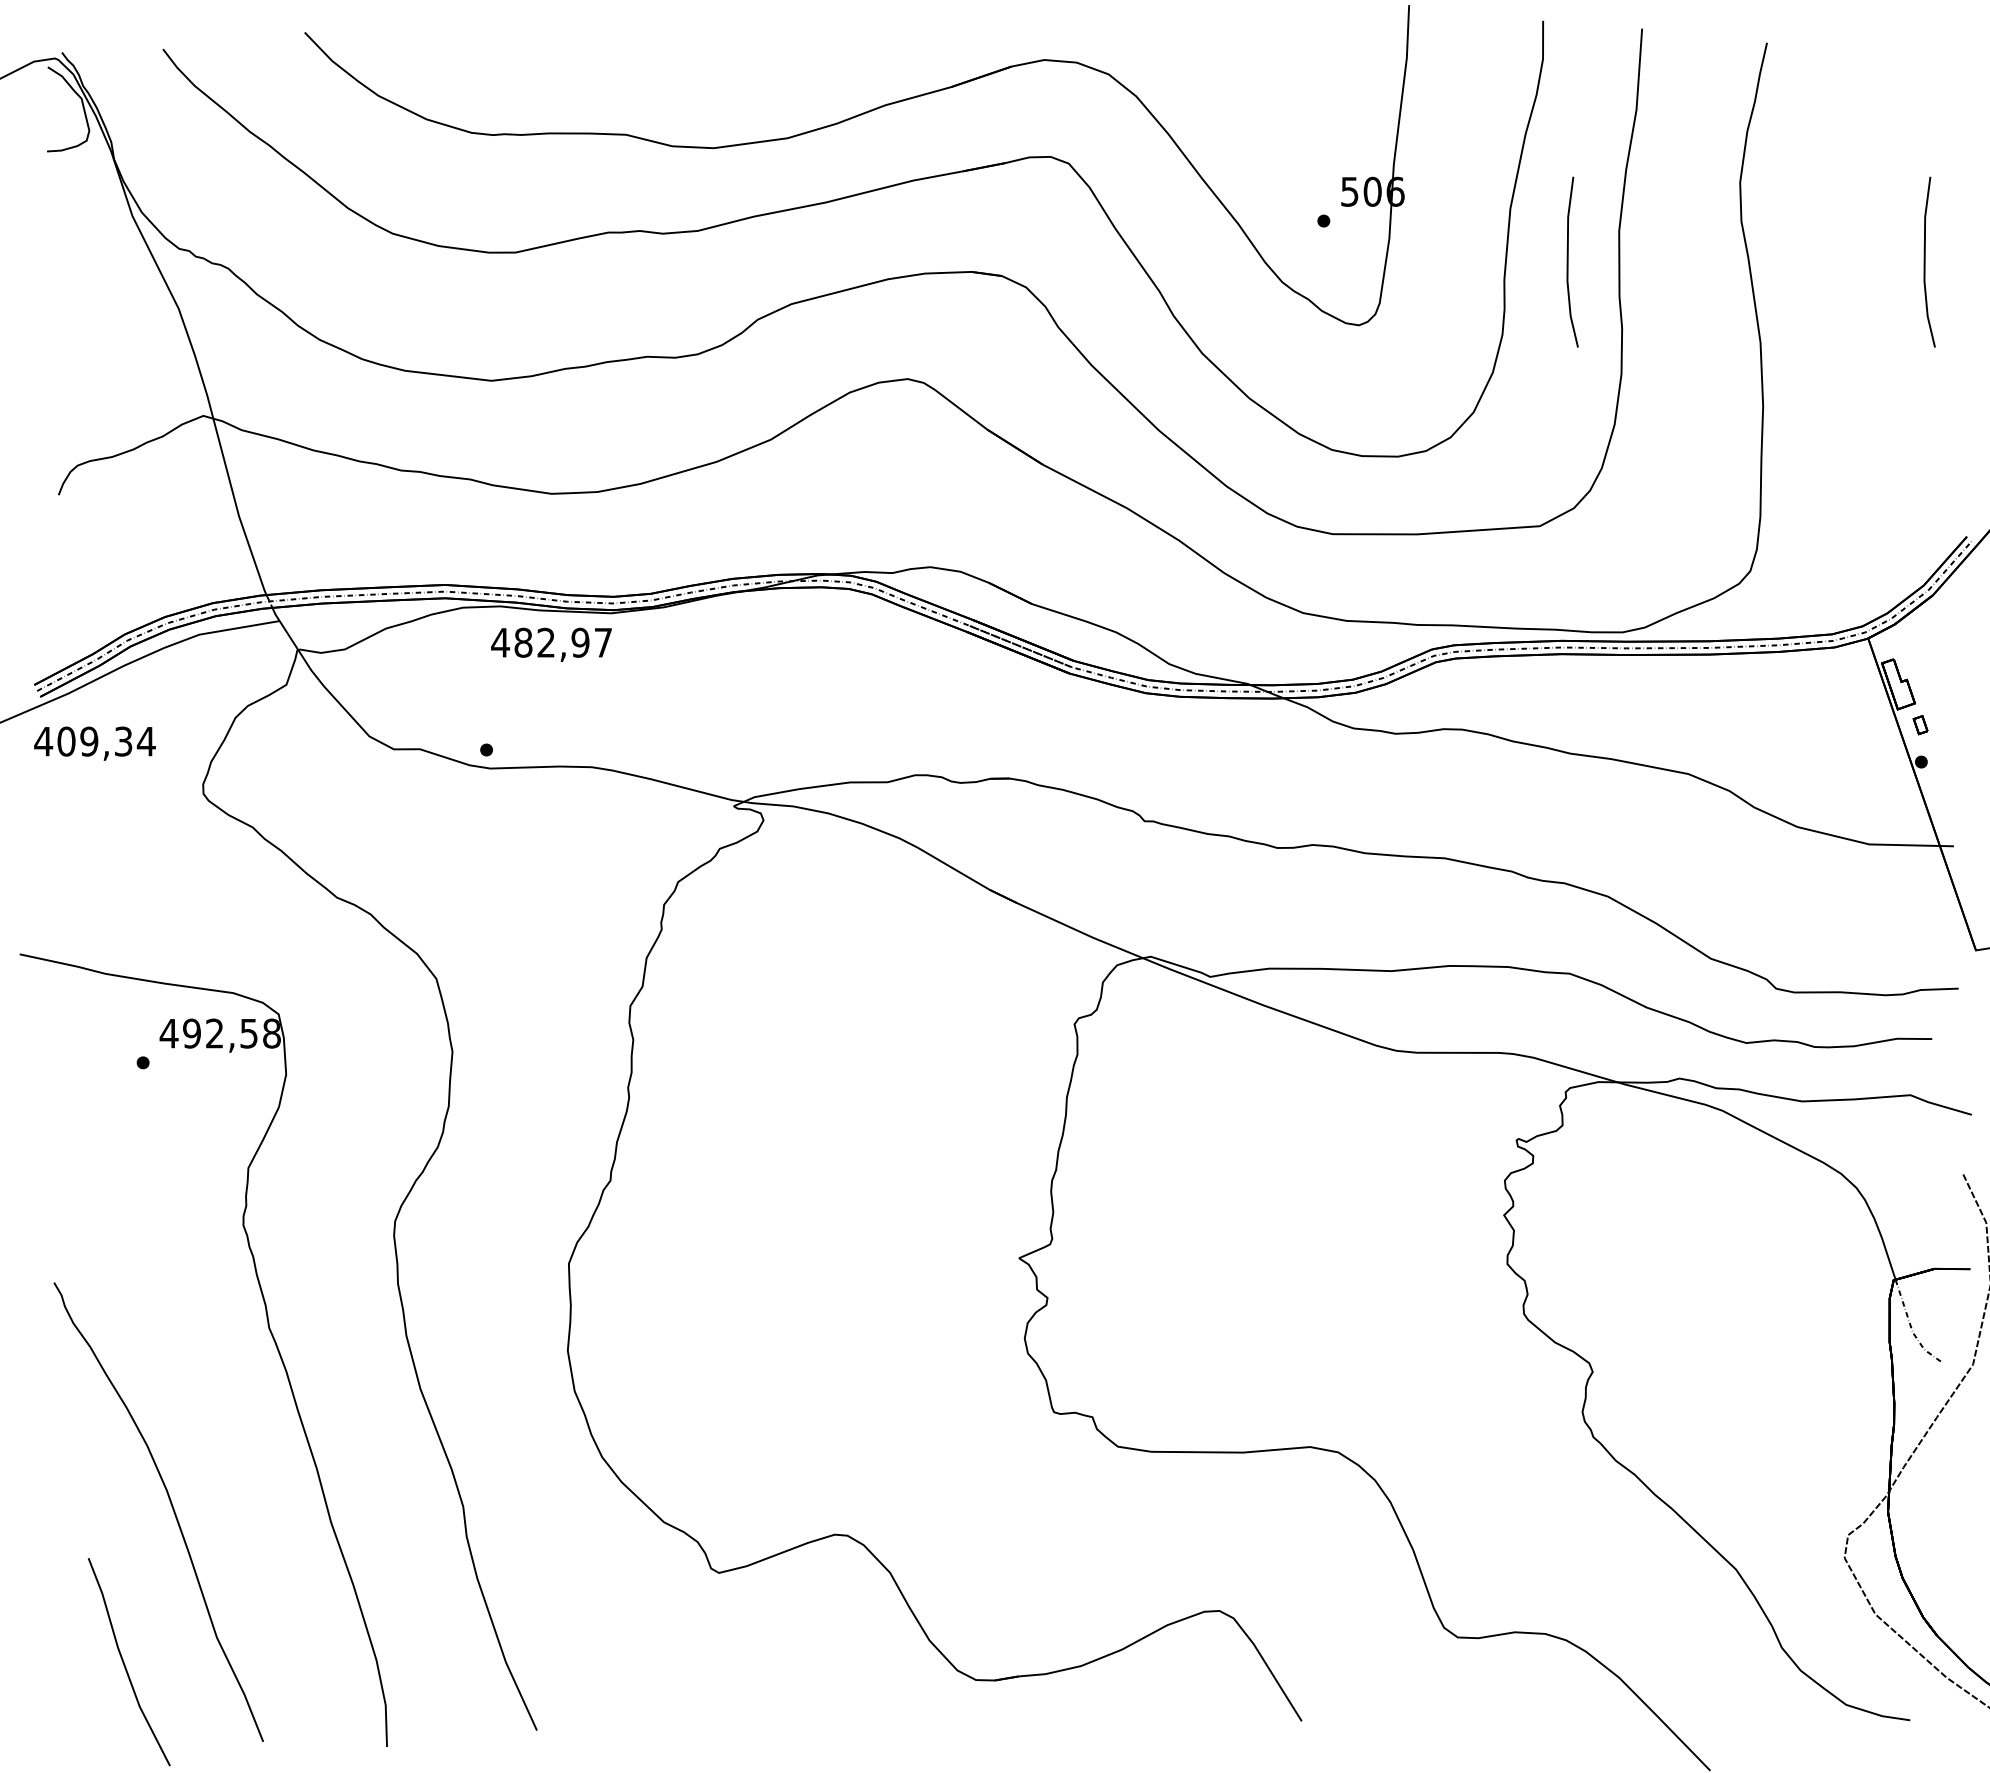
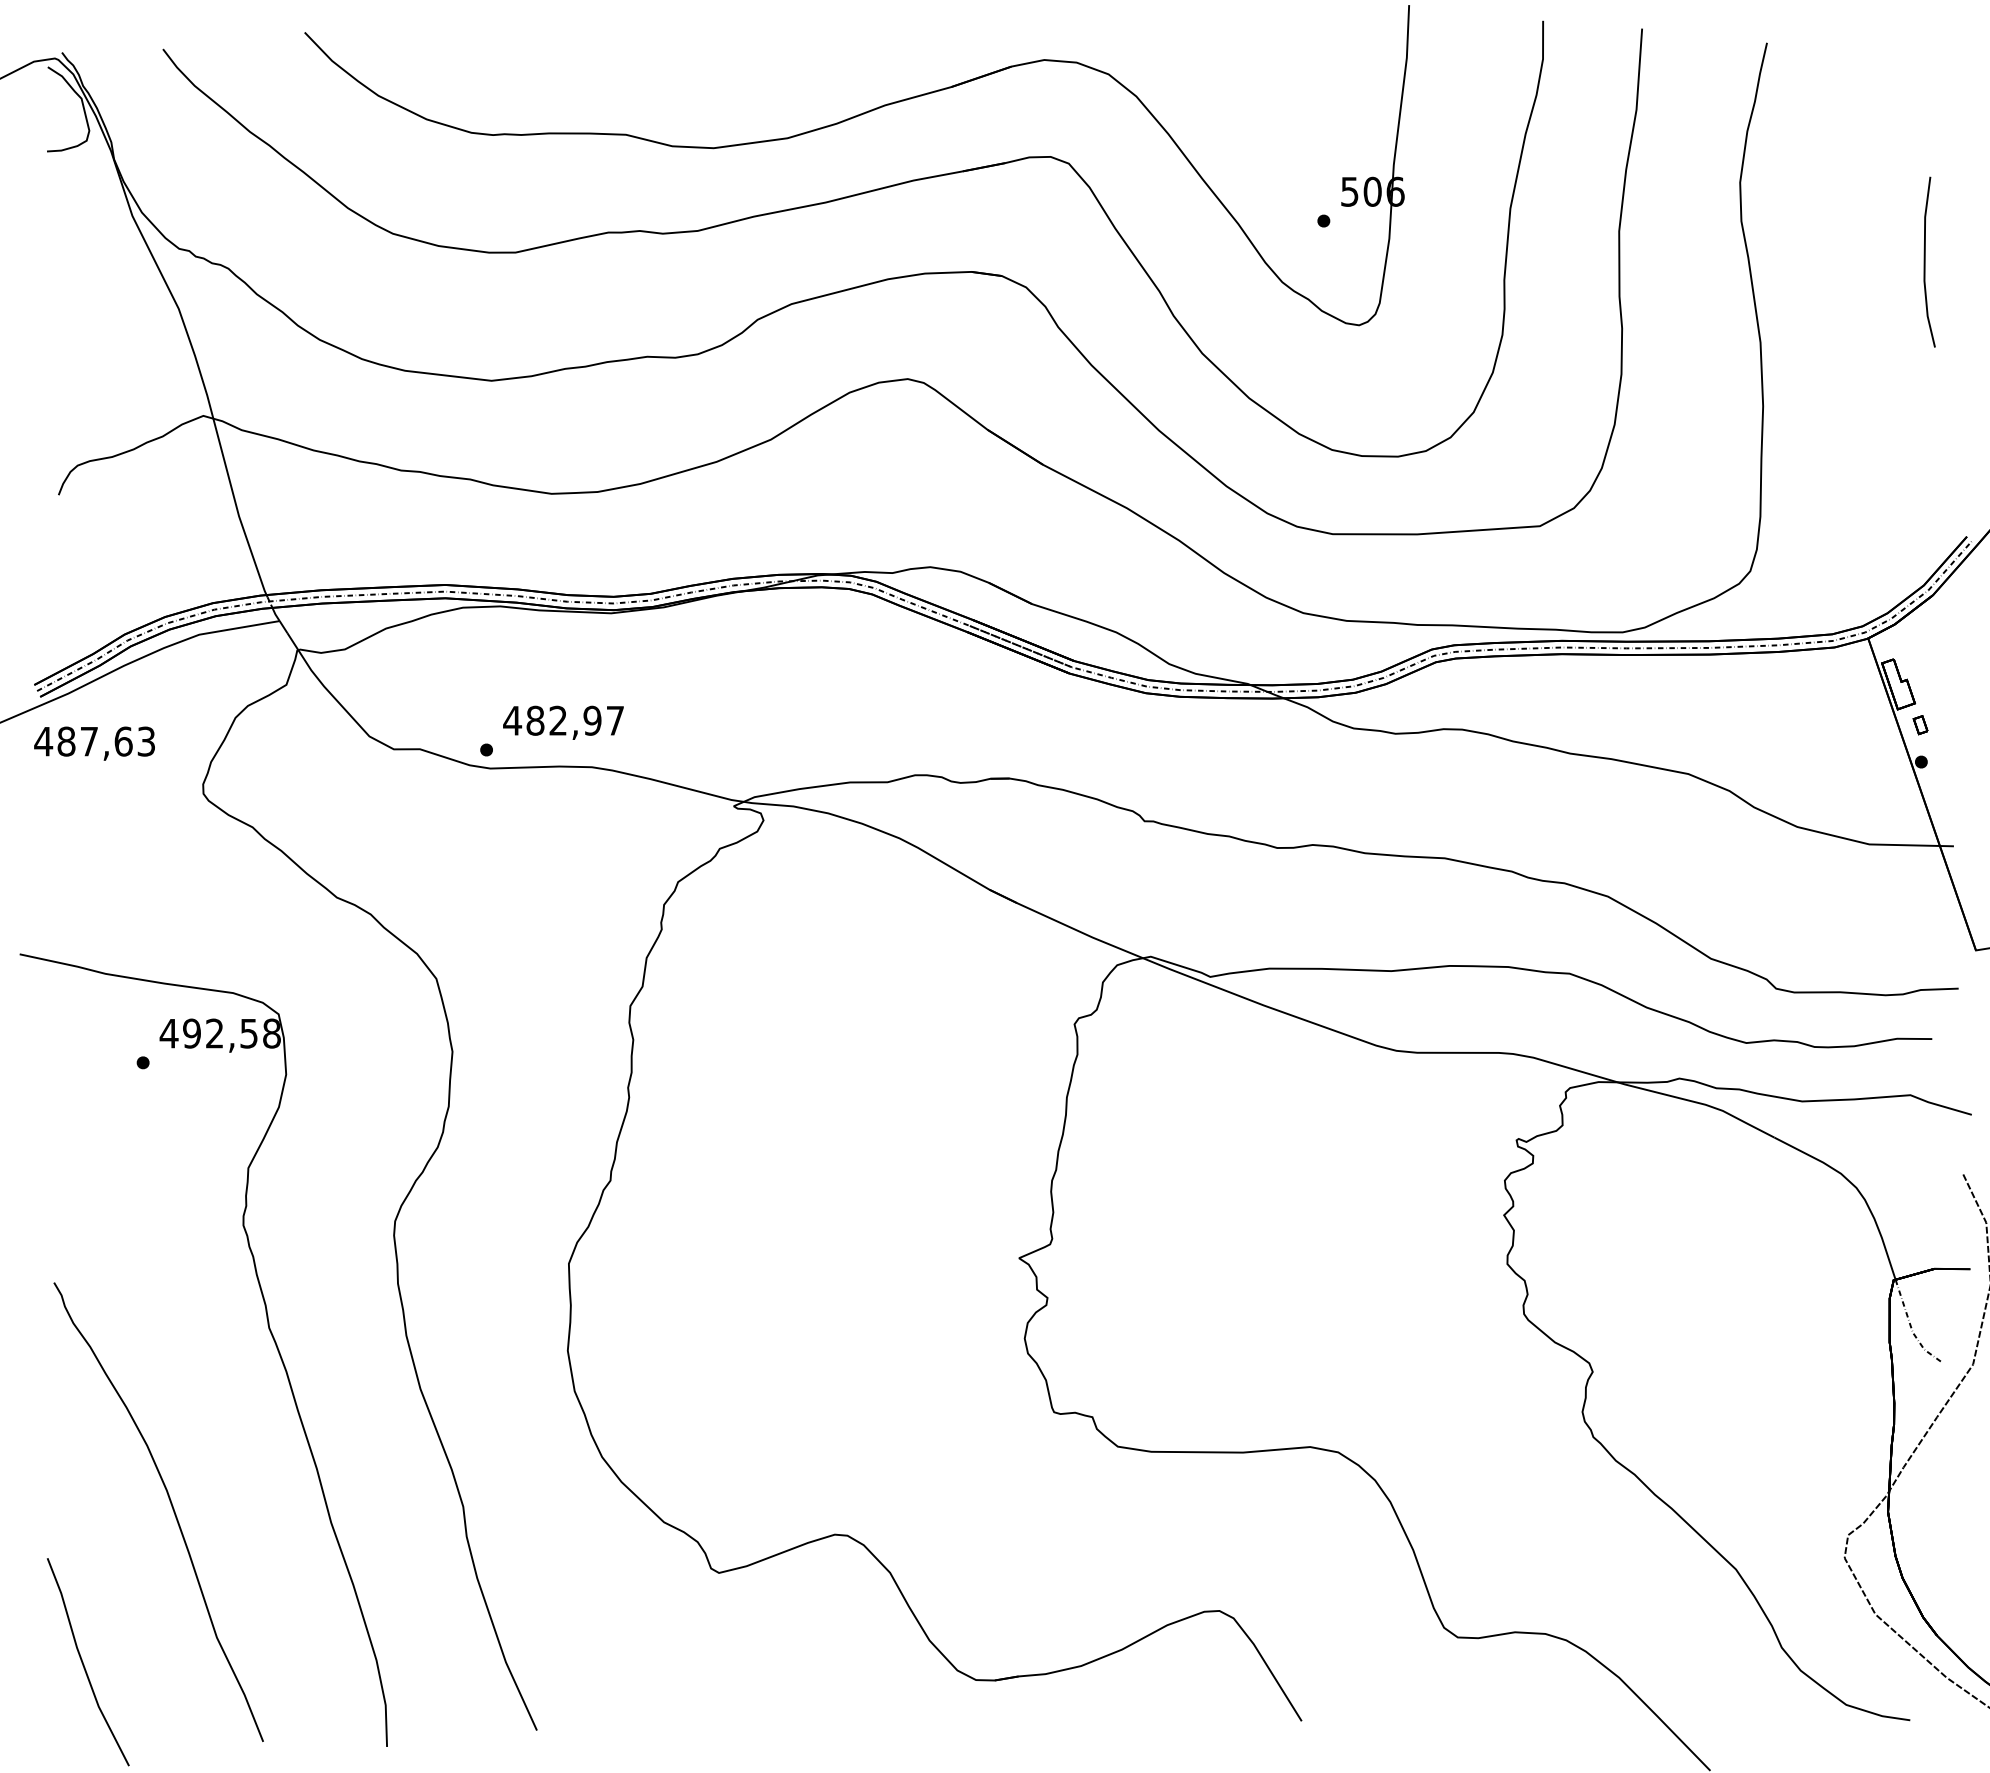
line at (1568, 261): present -> none
text at (551, 644) position: (551, 644) -> (563, 722)
text at (106, 741): 409,34 -> 487,63
line at (125, 1664) position: (125, 1664) -> (84, 1664)
